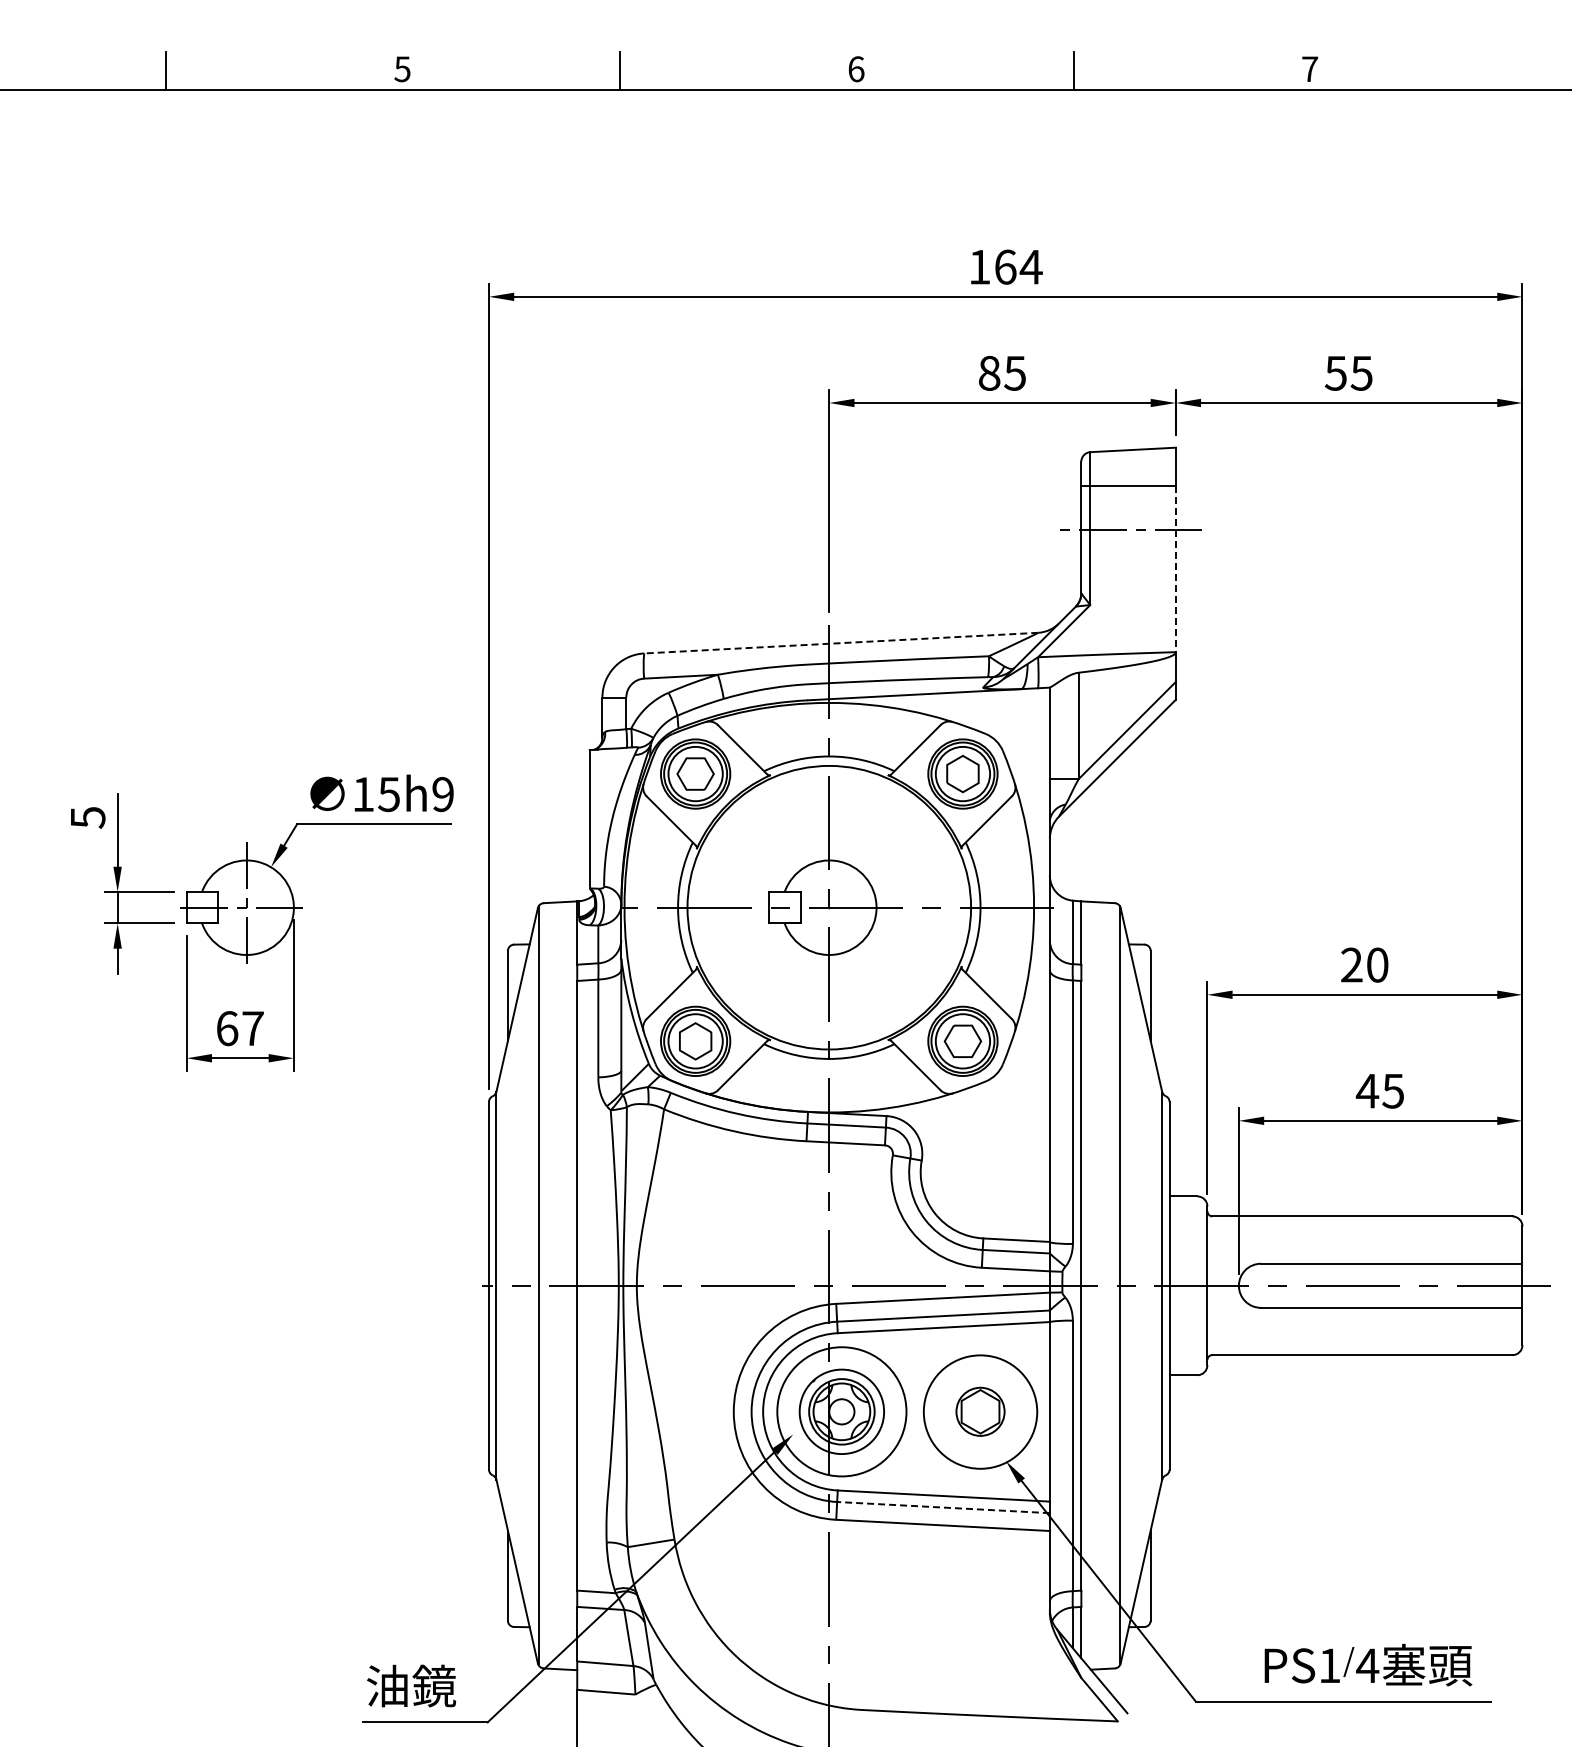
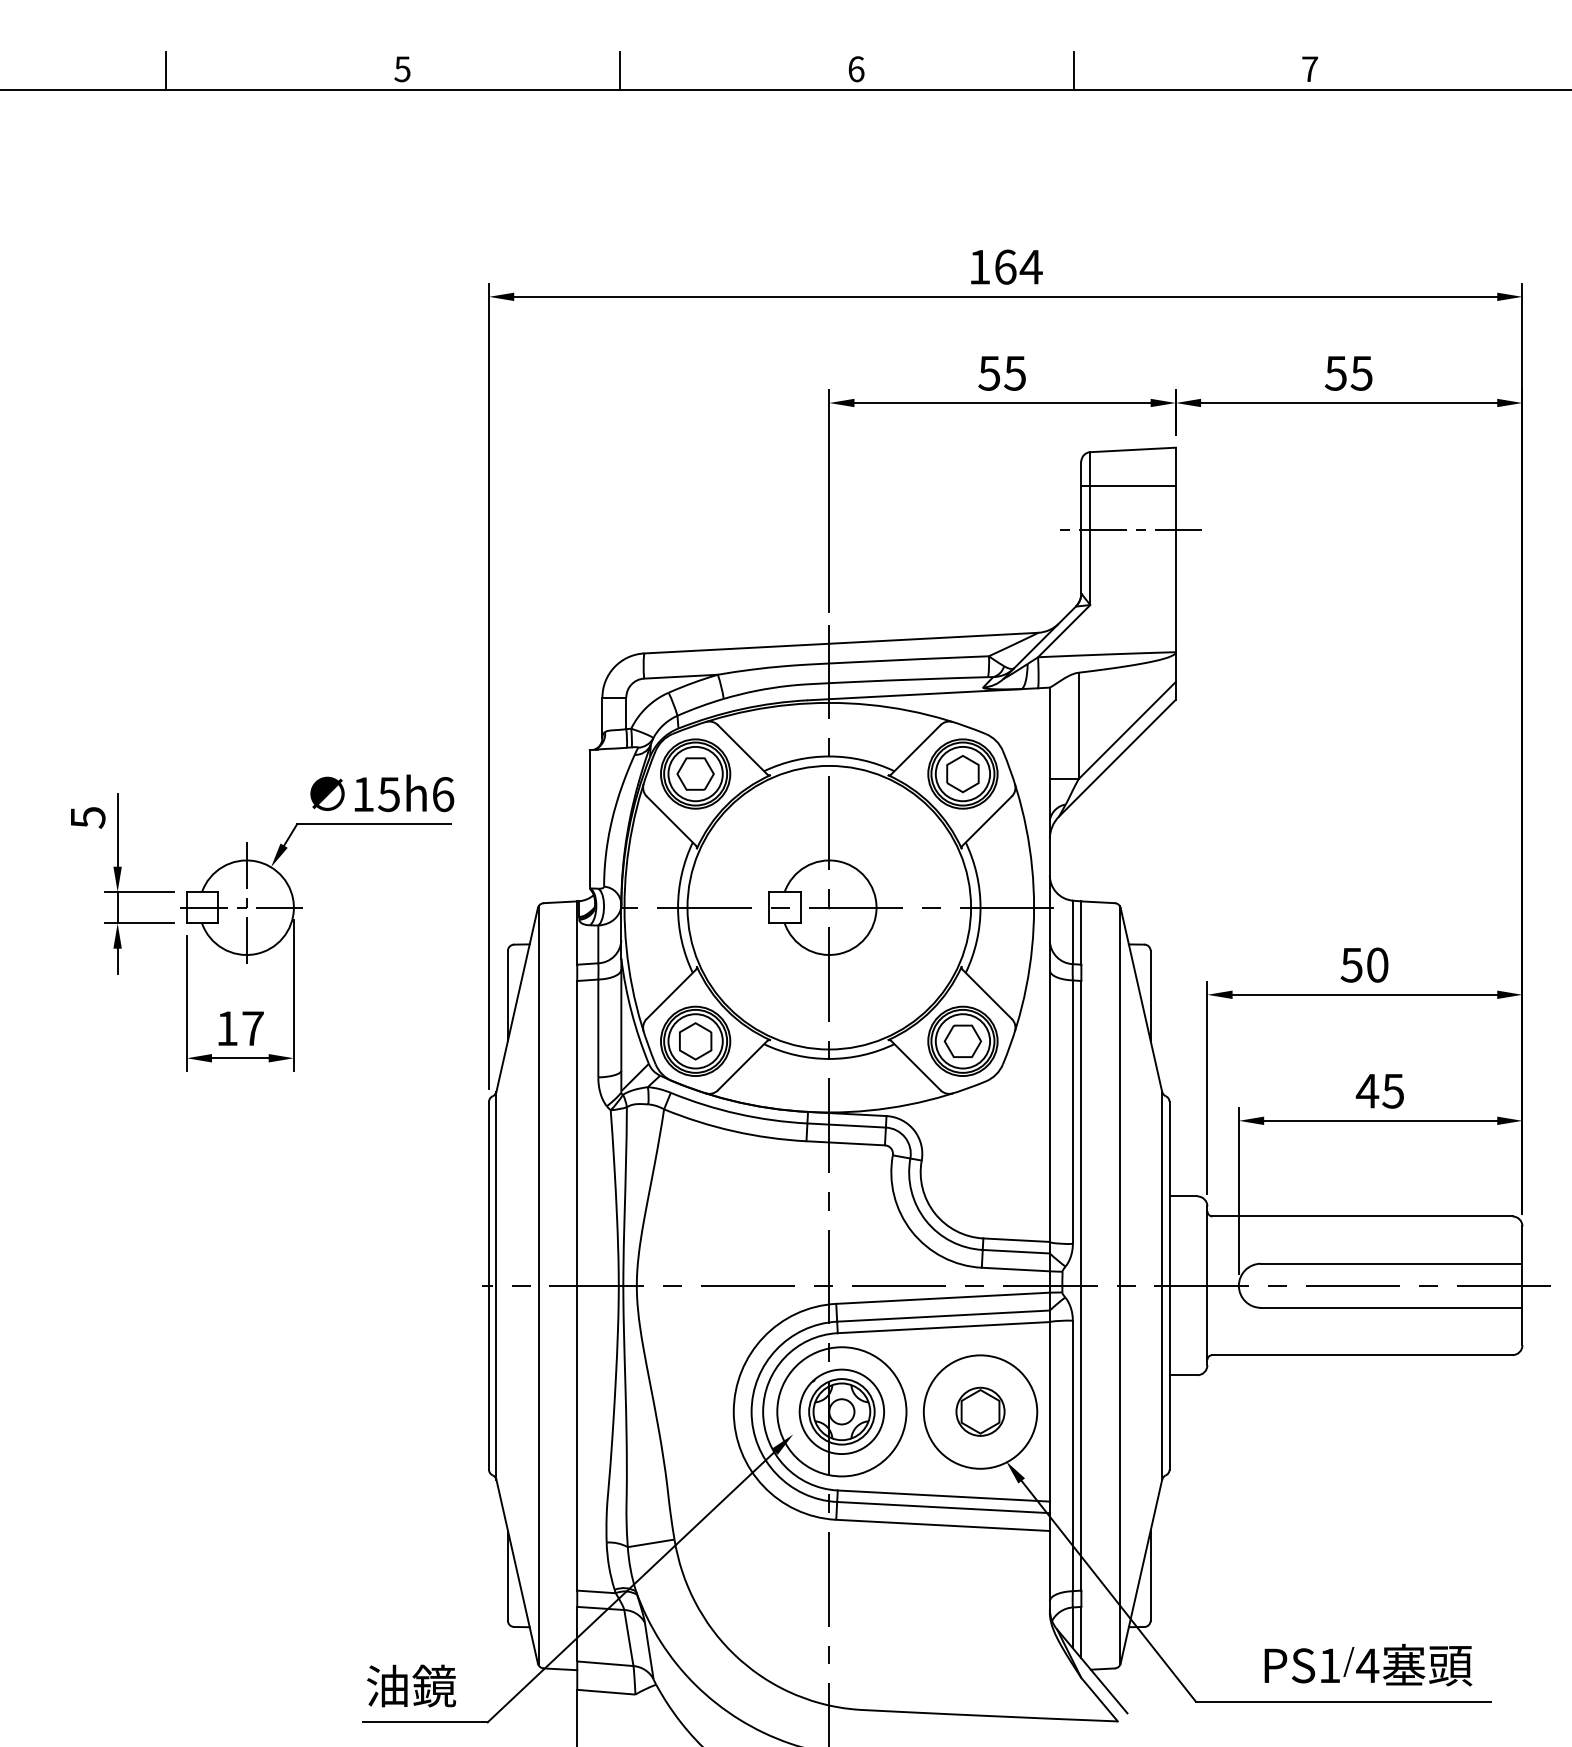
text at (989, 372): 85 -> 55
line at (1175, 569): dashed -> solid
line at (840, 643): dashed -> solid
text at (443, 794): 15h9 -> 15h6
text at (1351, 964): 20 -> 50
text at (227, 1028): 67 -> 17
line at (943, 1507): dashed -> solid
